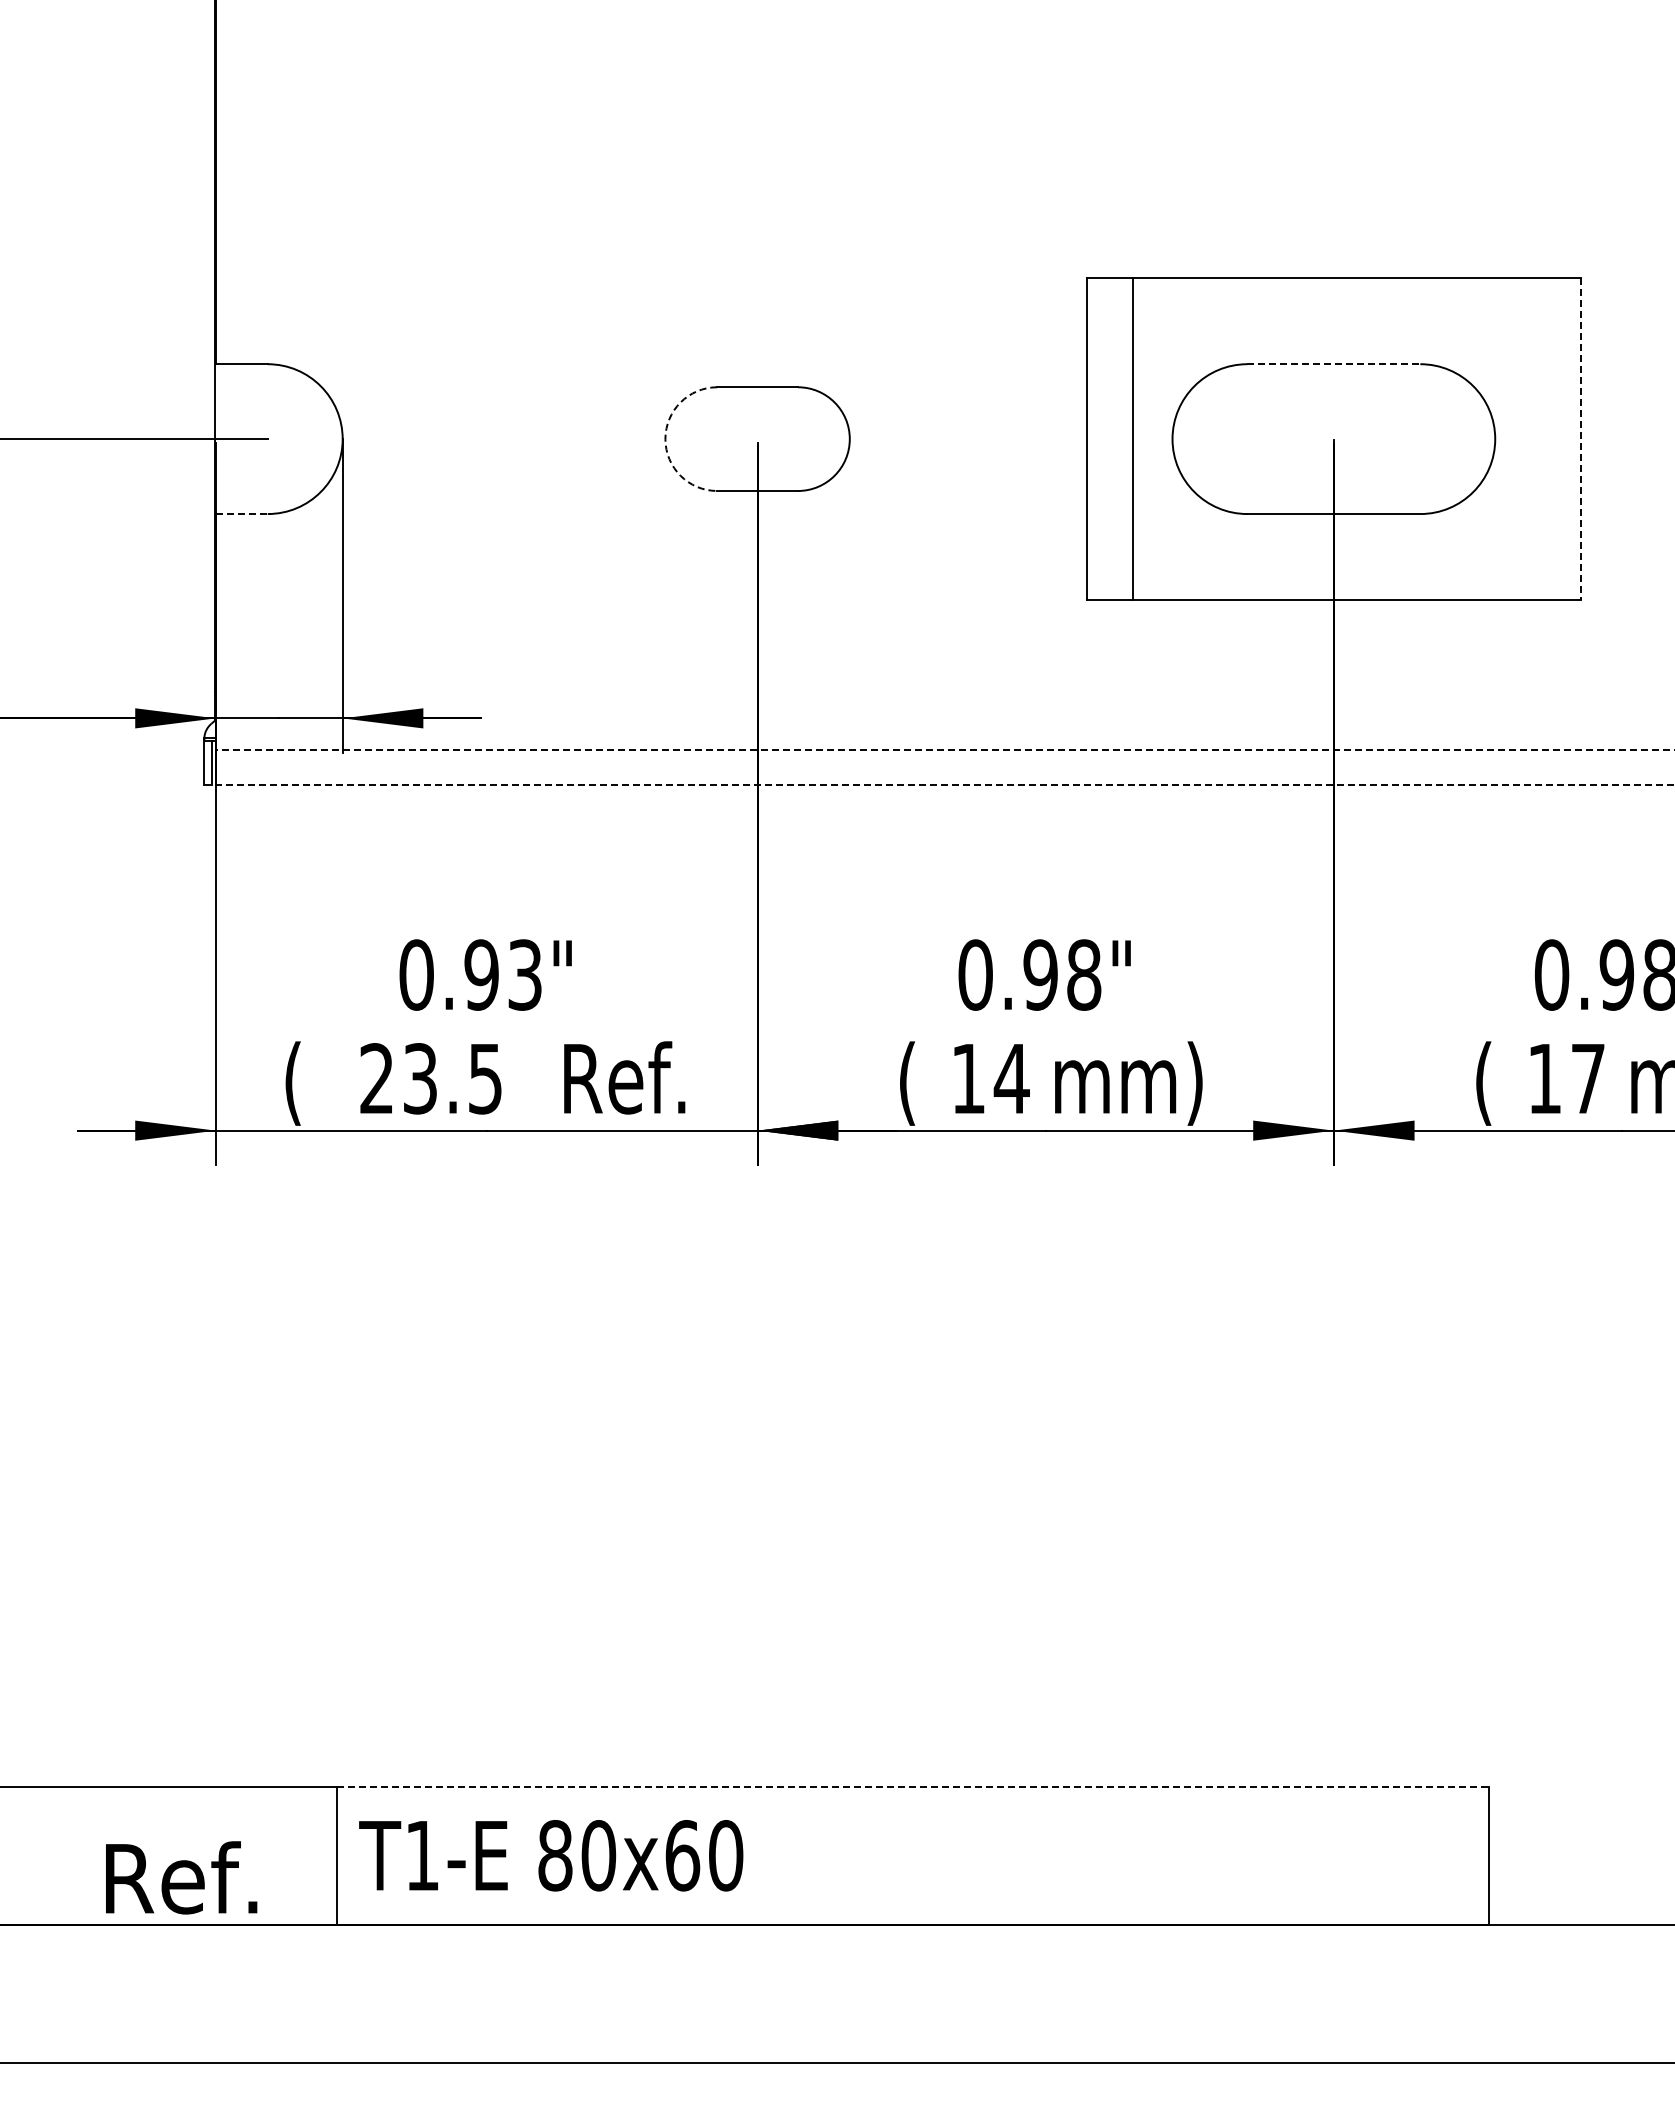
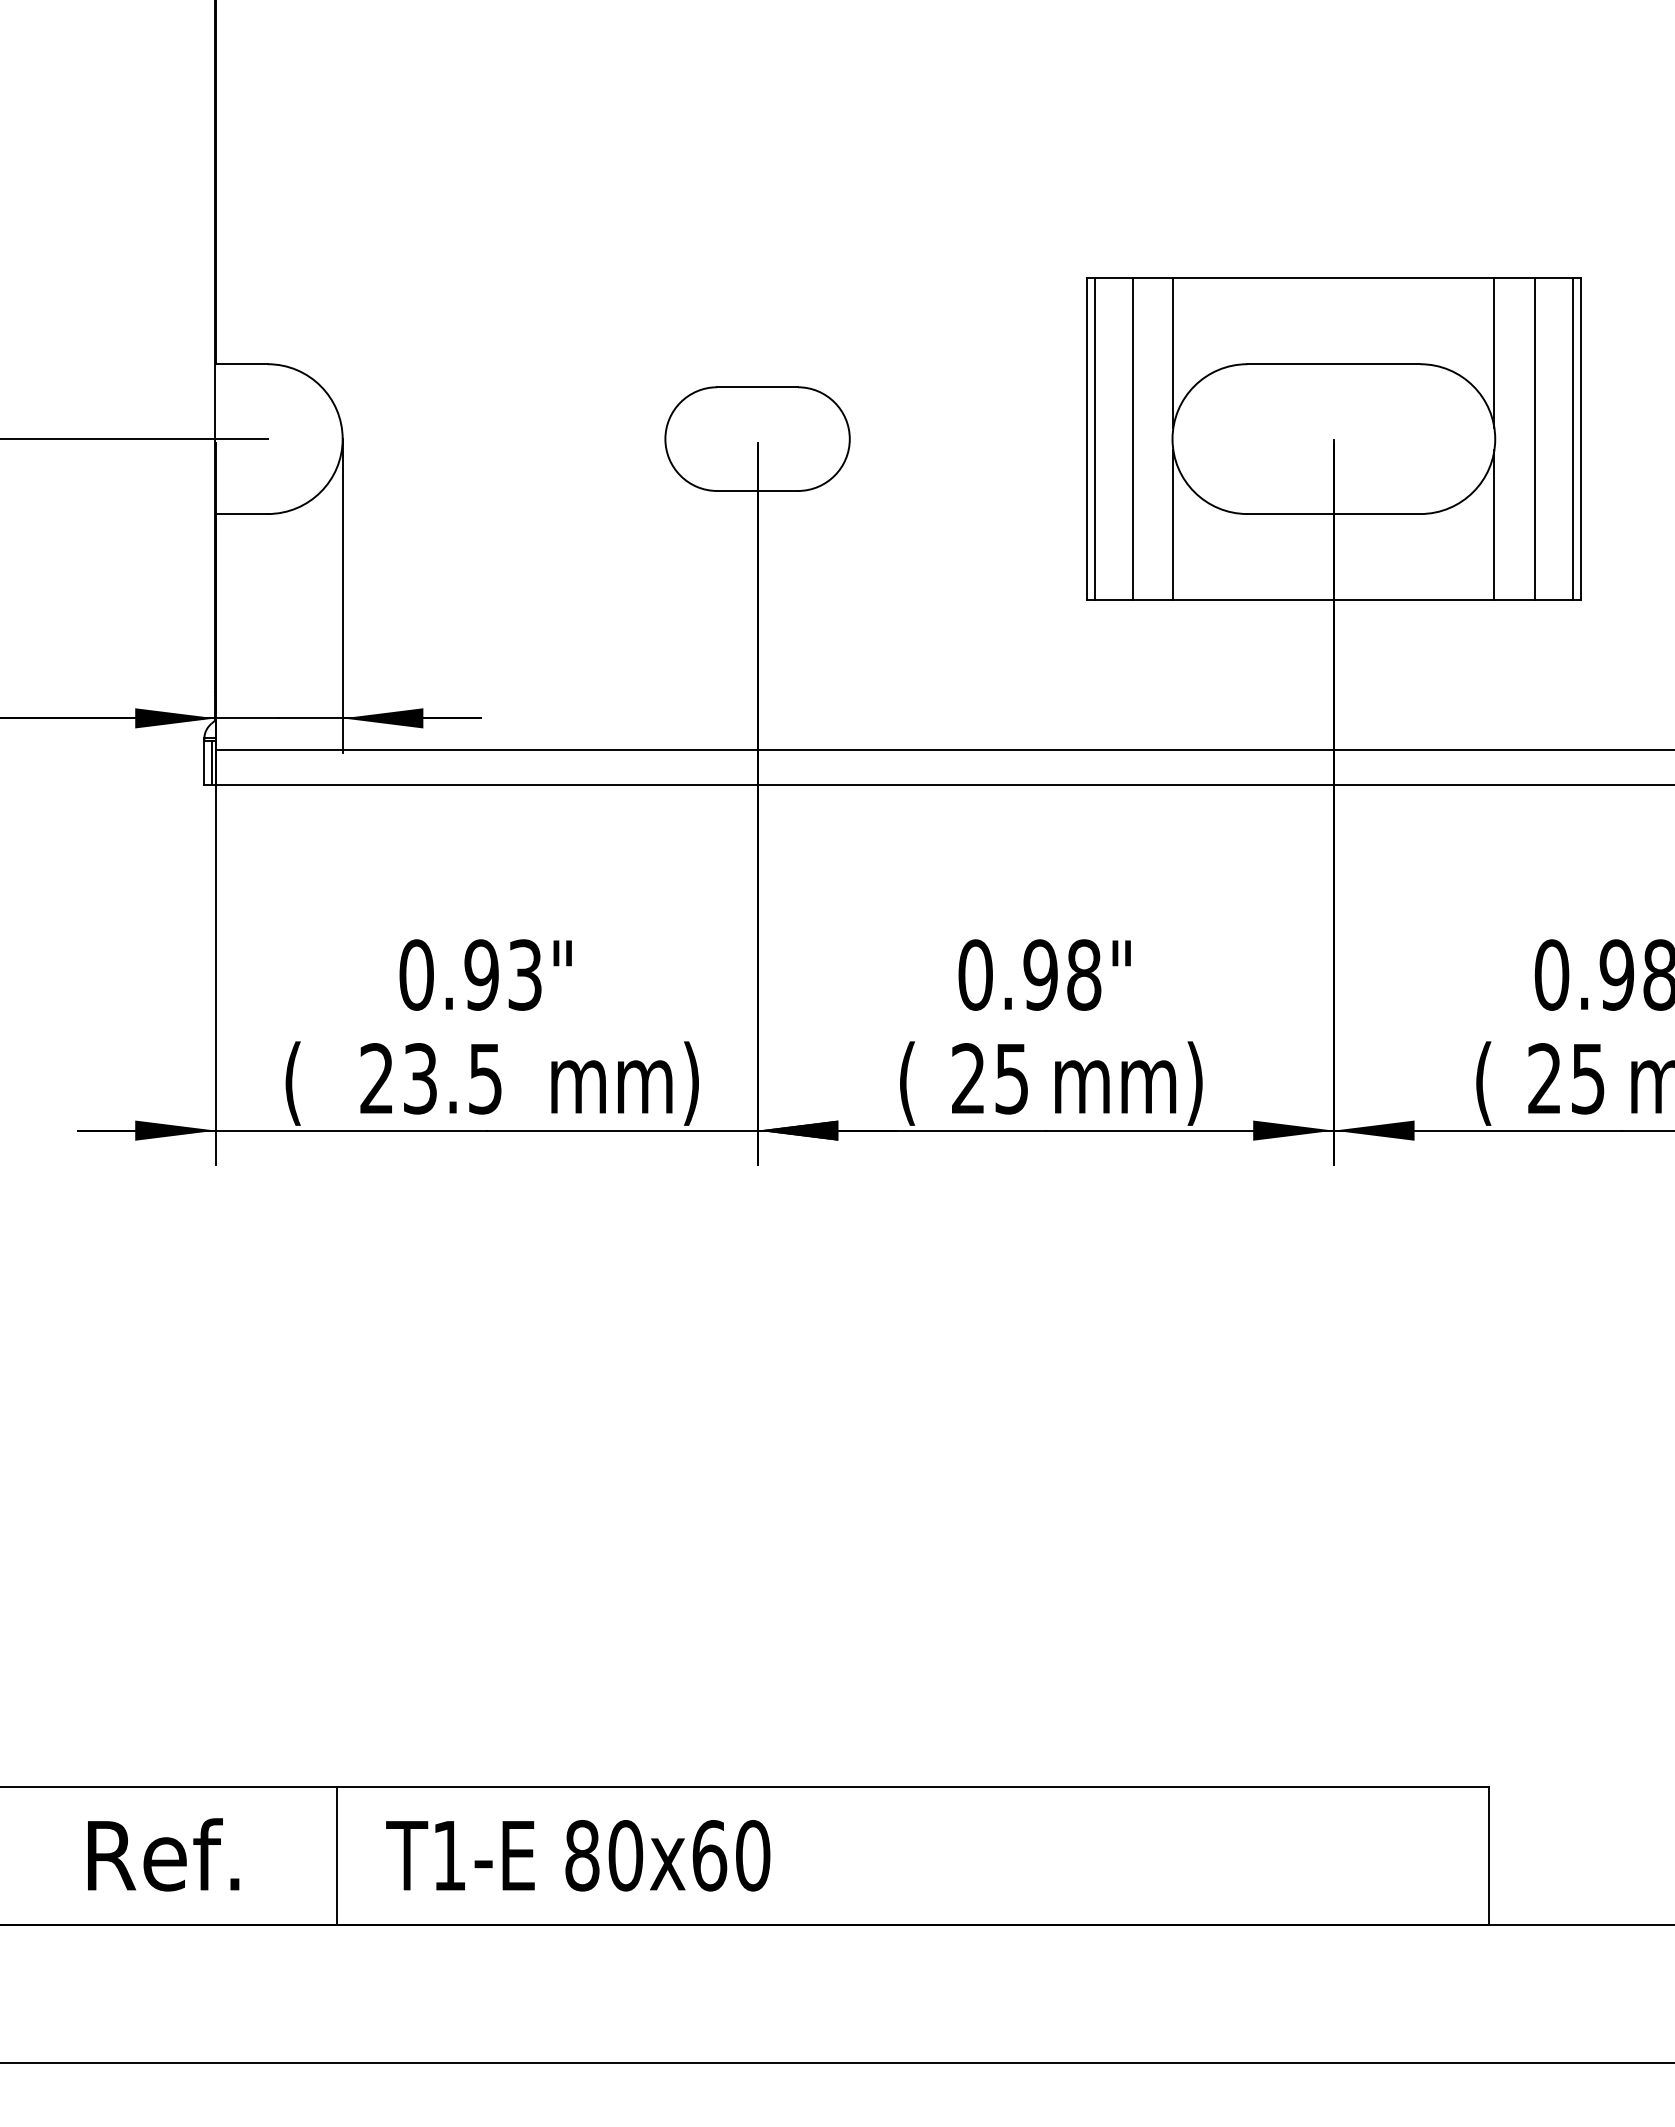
line at (1173, 352): none -> present
line at (1494, 352): none -> present
line at (1334, 364): dashed -> solid
line at (1095, 438): none -> present
line at (1535, 438): none -> present
line at (1572, 438): none -> present
arc at (665, 439): dashed -> solid
line at (1580, 439): dashed -> solid
line at (241, 514): dashed -> solid
line at (1173, 525): none -> present
line at (1494, 525): none -> present
line at (944, 750): dashed -> solid
line at (939, 784): dashed -> solid
text at (990, 1078): 14 -> 25
text at (1566, 1078): 17 -> 25
text at (624, 1083): Ref. -> mm)
line at (913, 1786): dashed -> solid
text at (551, 1855) position: (551, 1855) -> (578, 1855)
text at (181, 1877) position: (181, 1877) -> (163, 1854)
